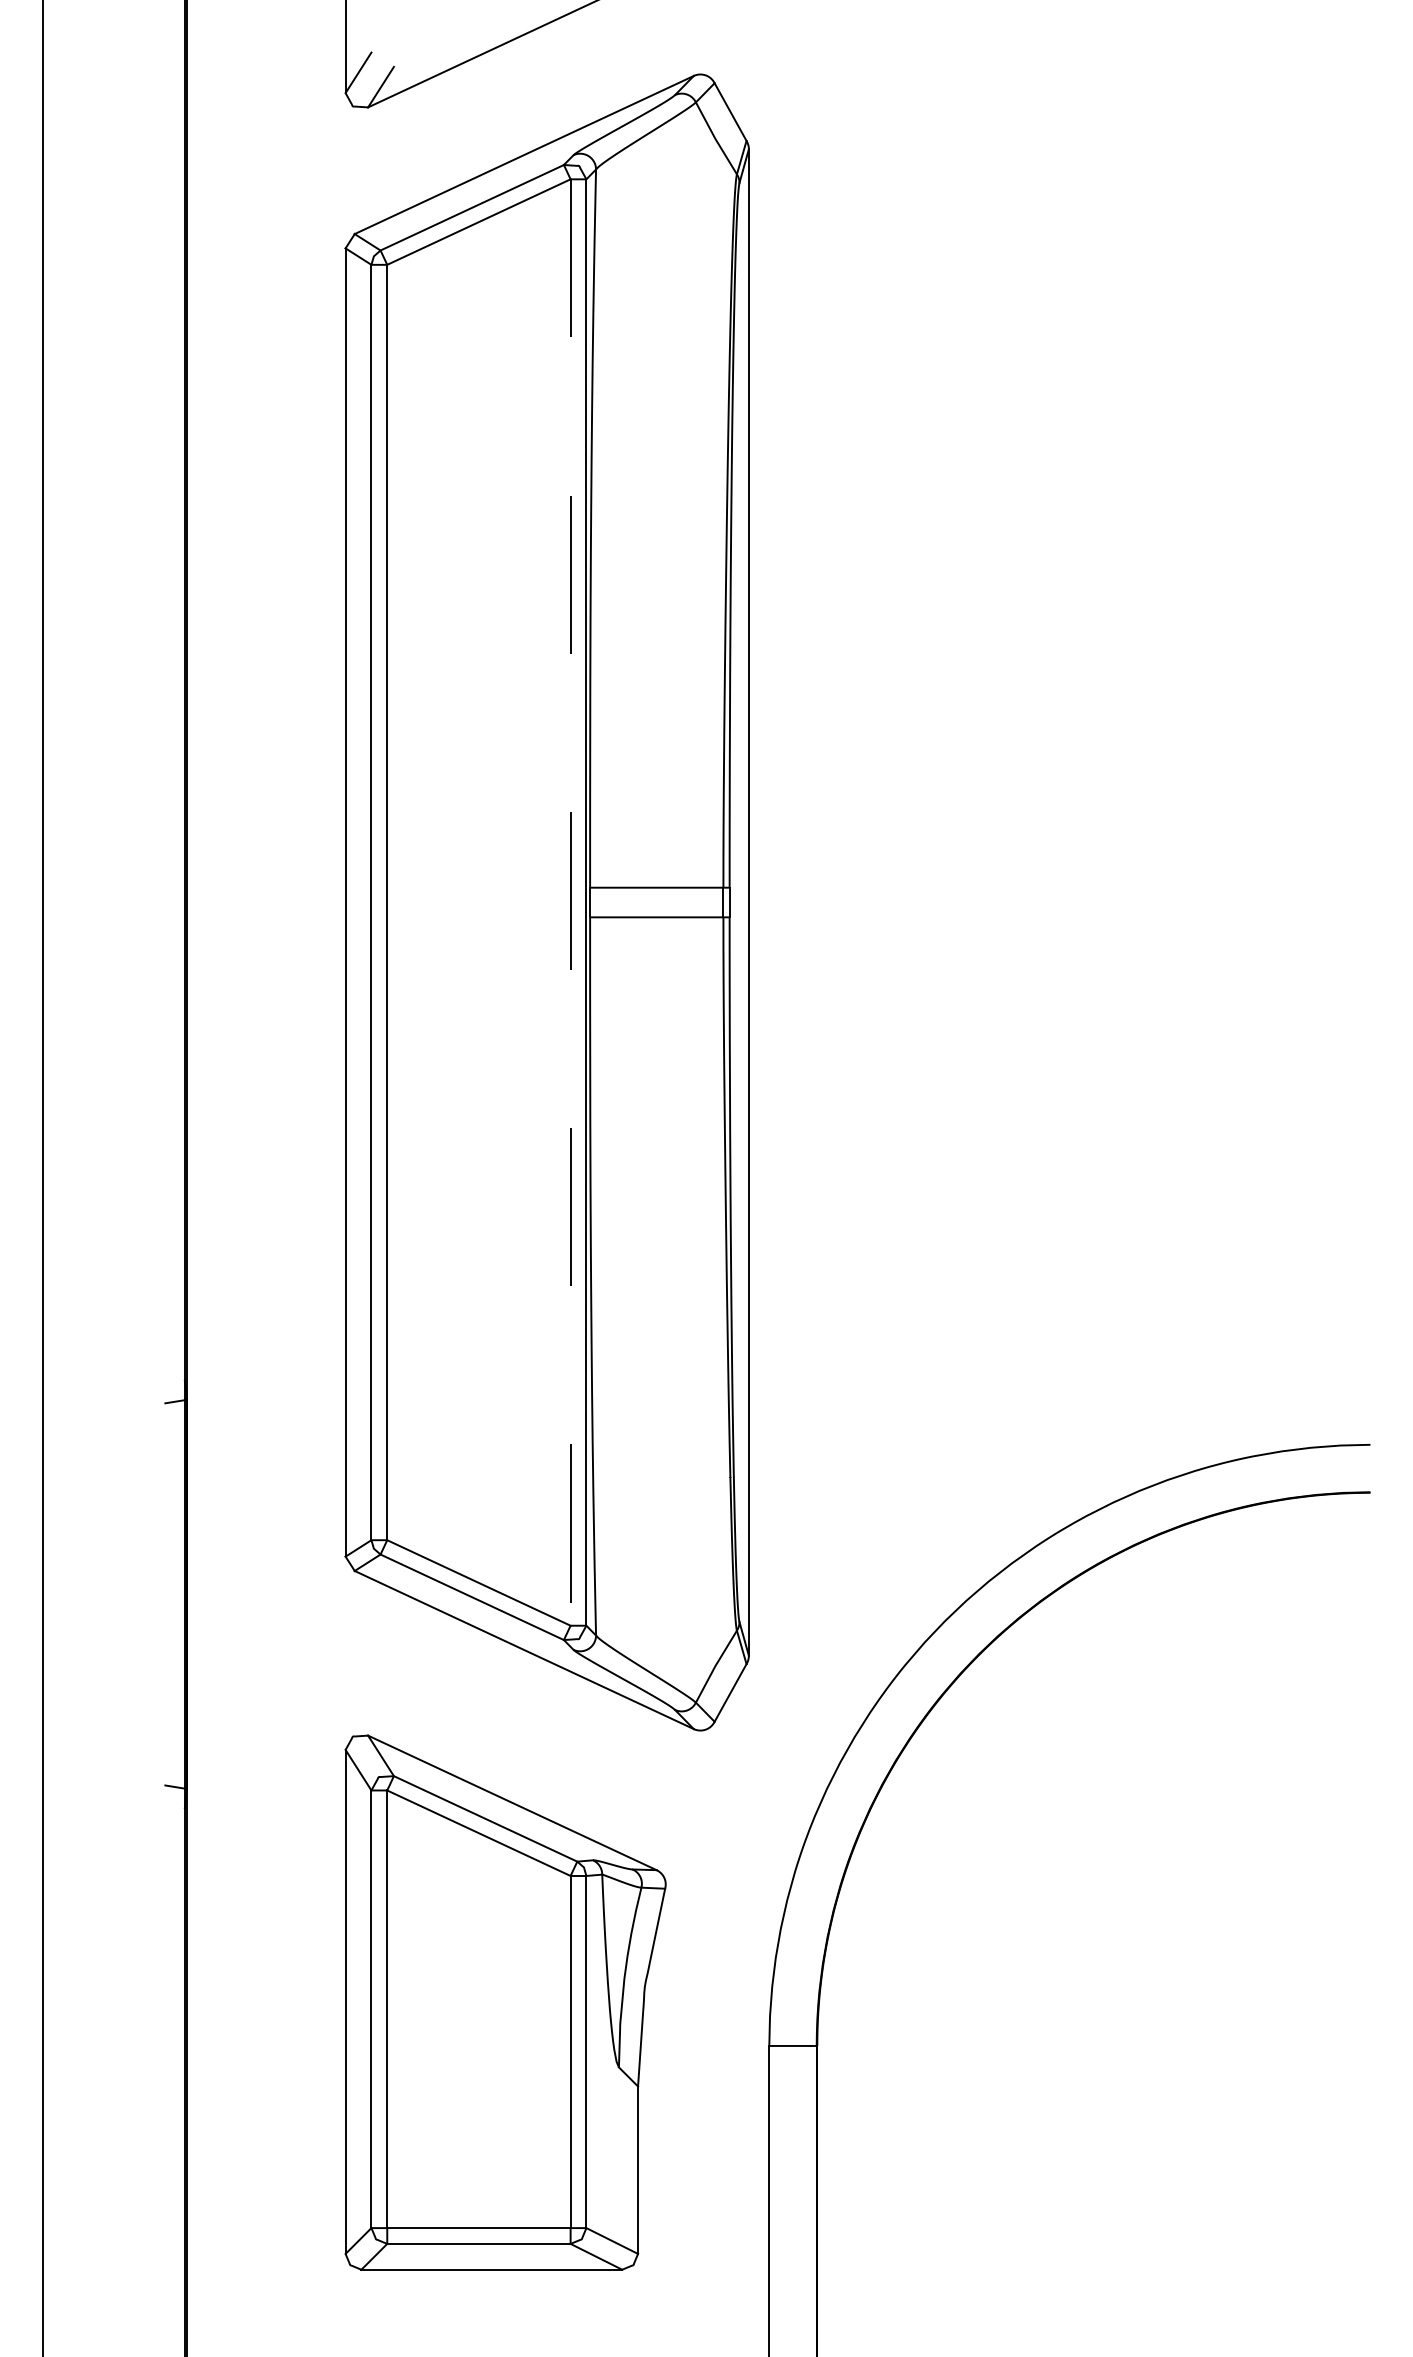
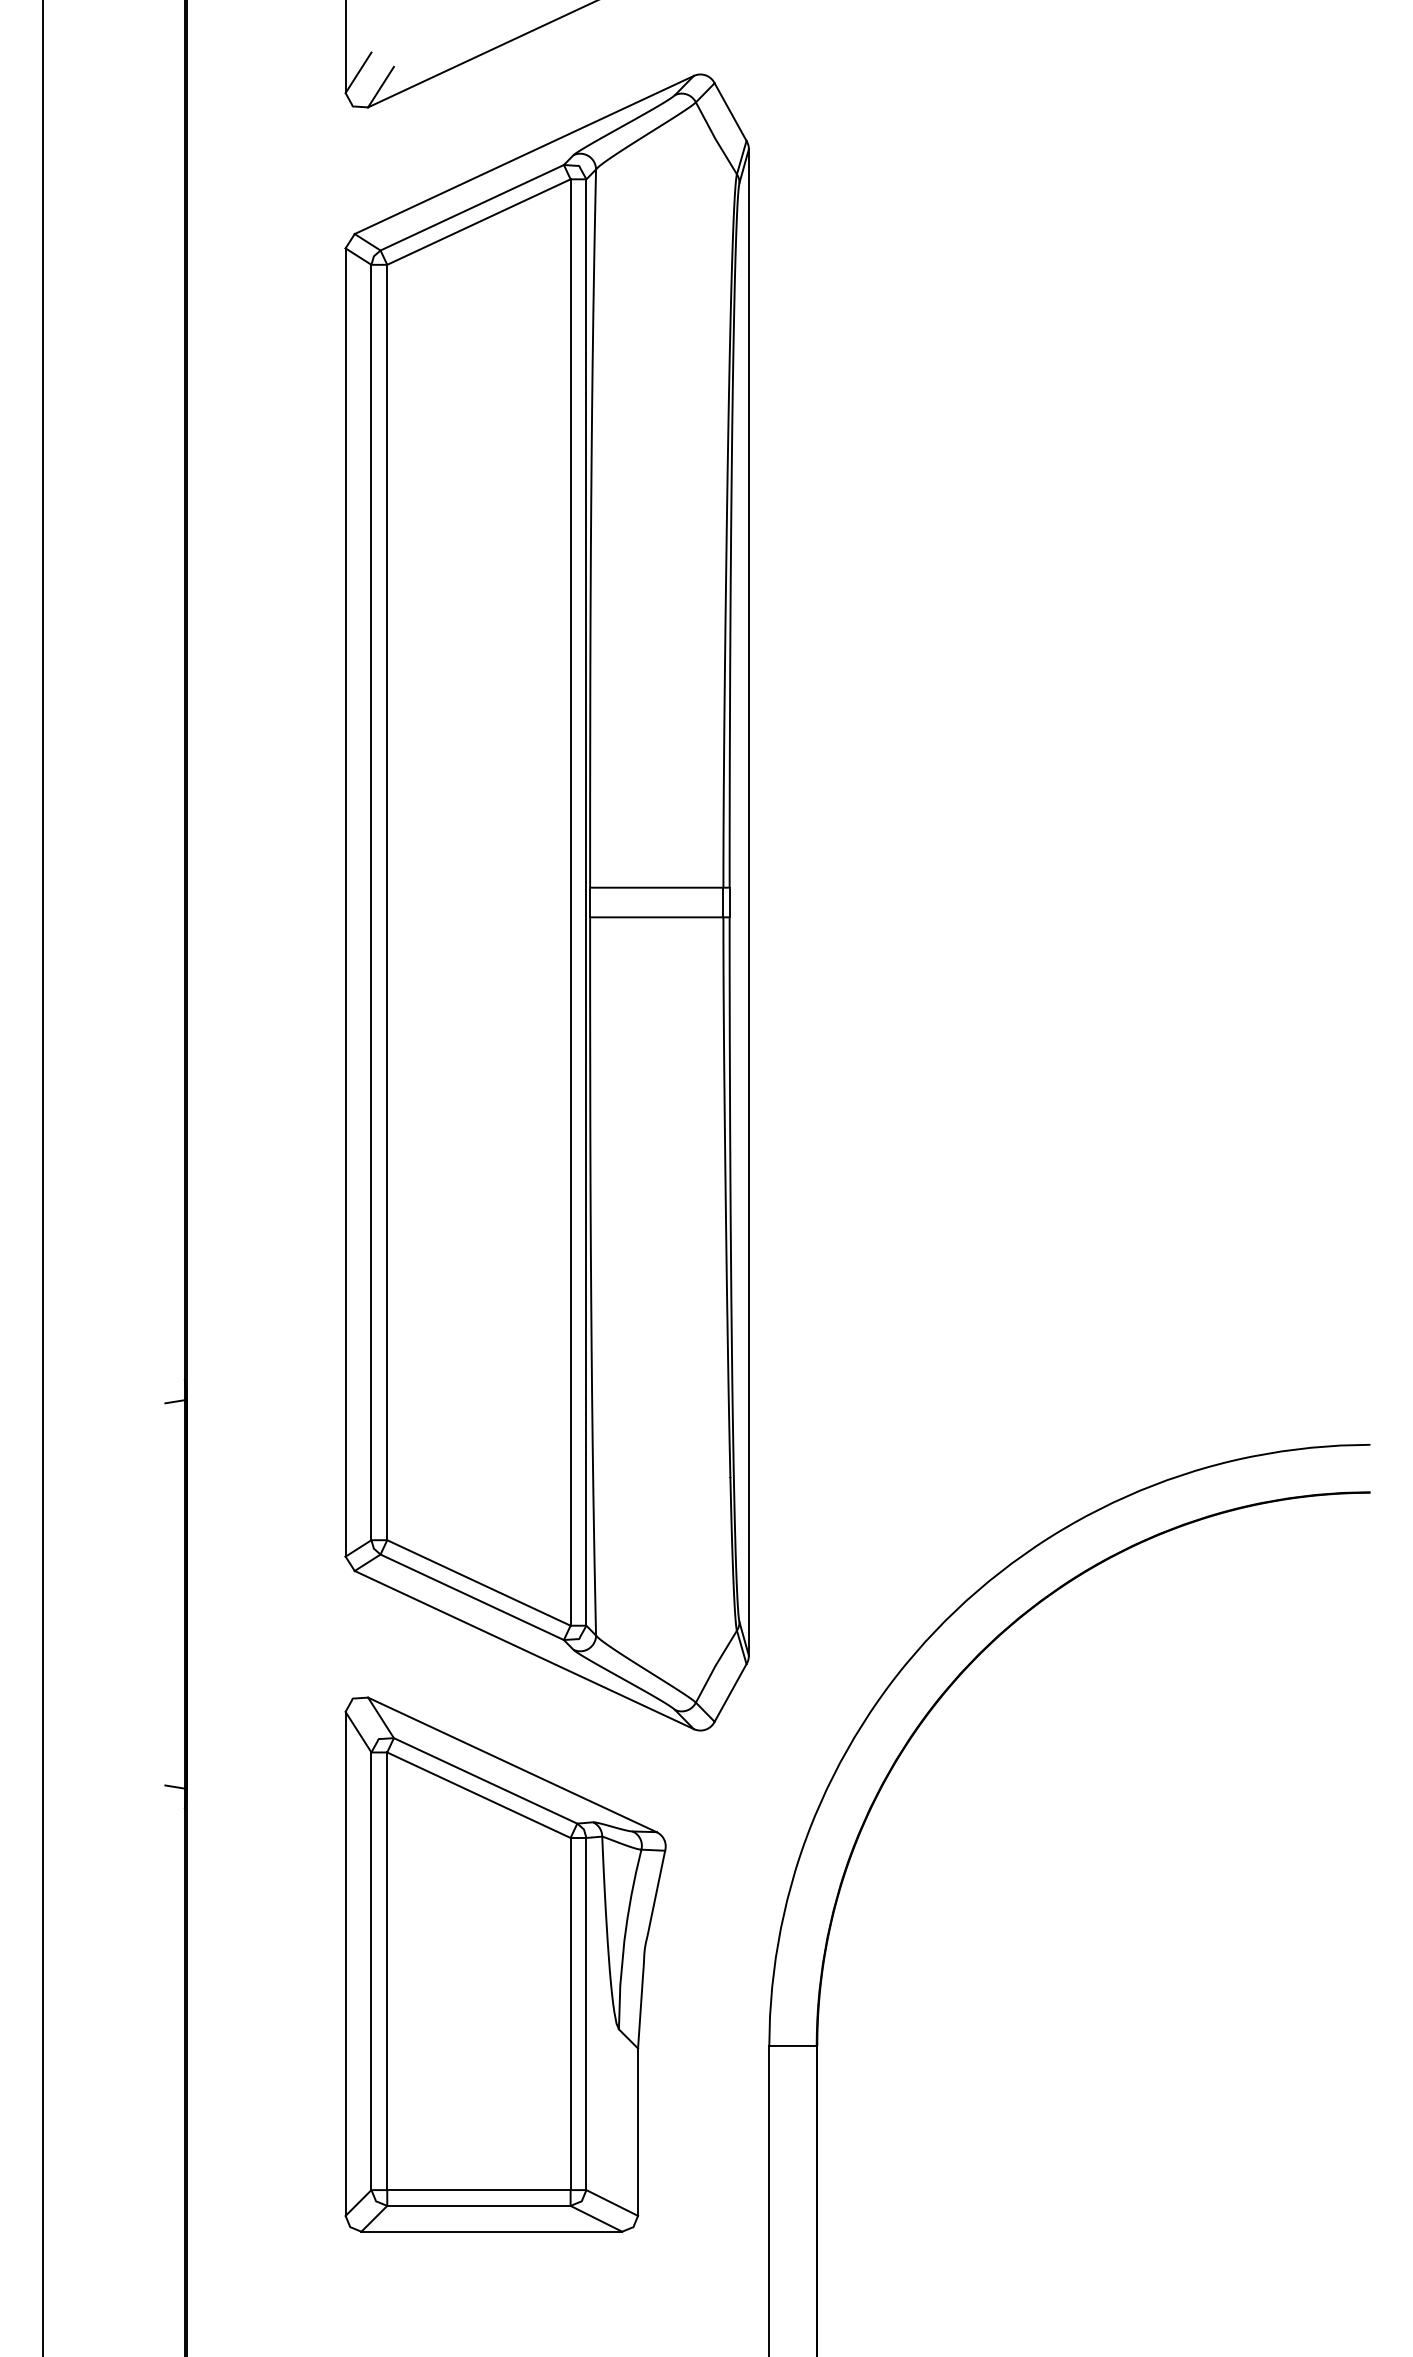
line at (570, 903): dashed -> solid
part at (505, 2002) position: (505, 2002) -> (505, 1964)
